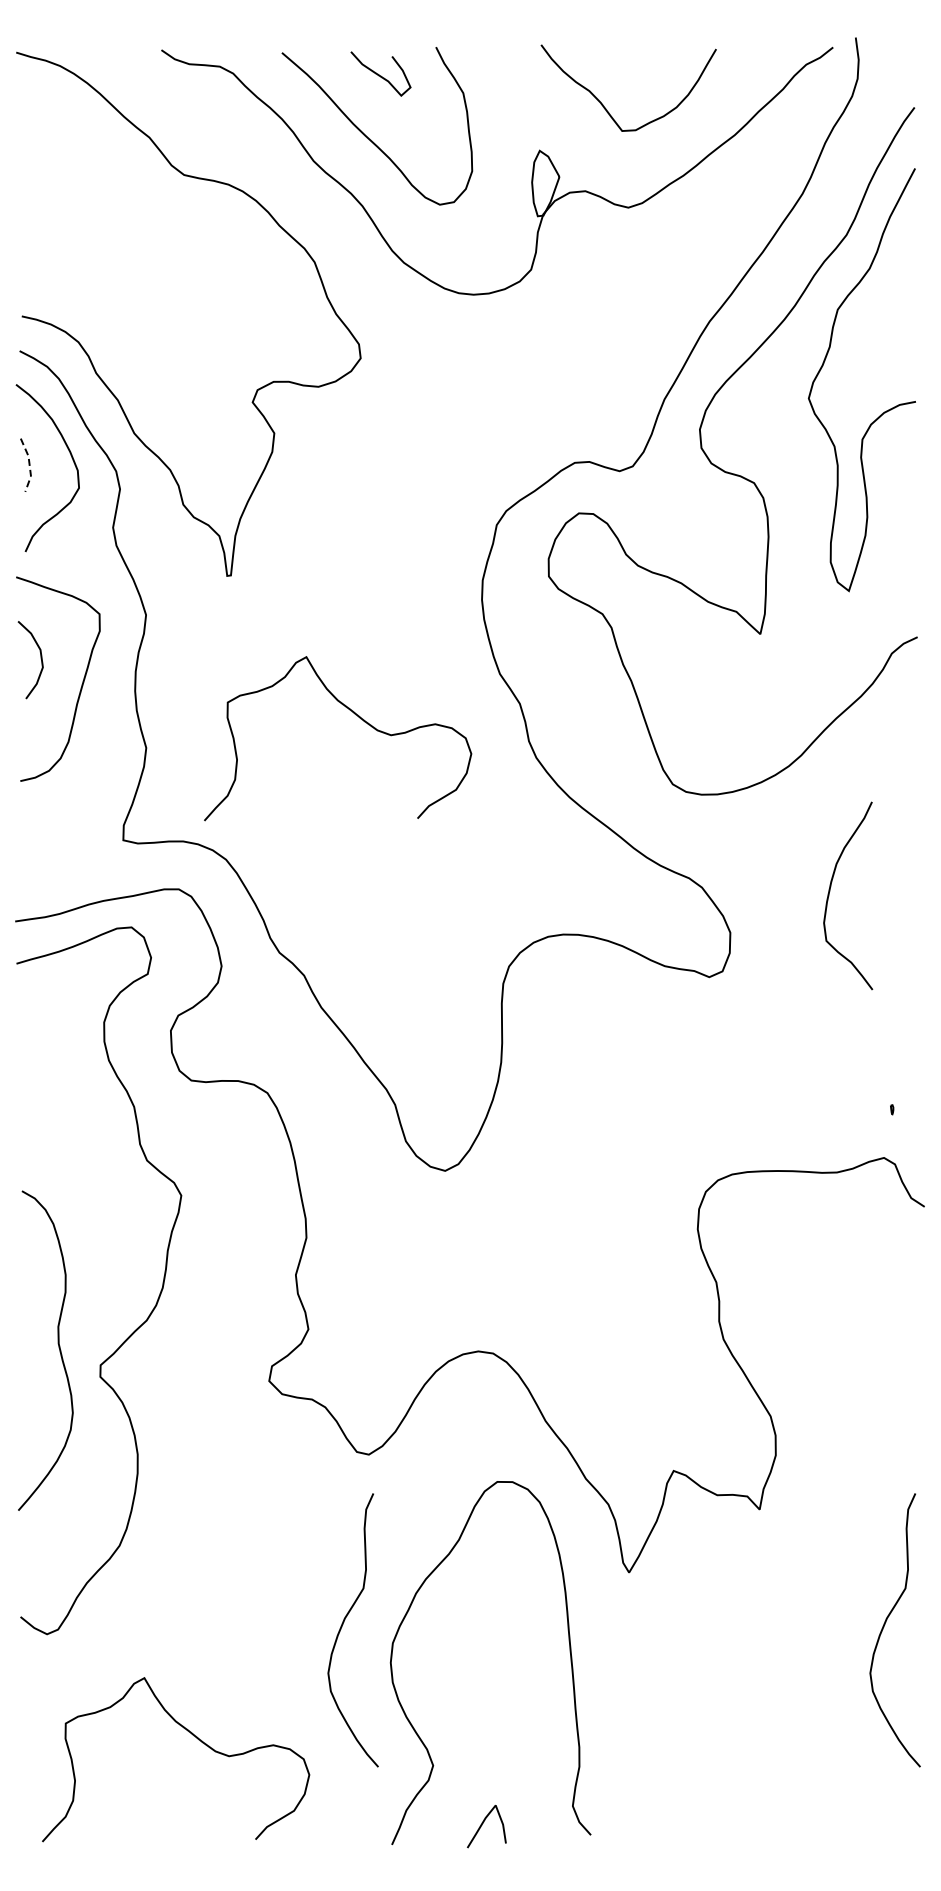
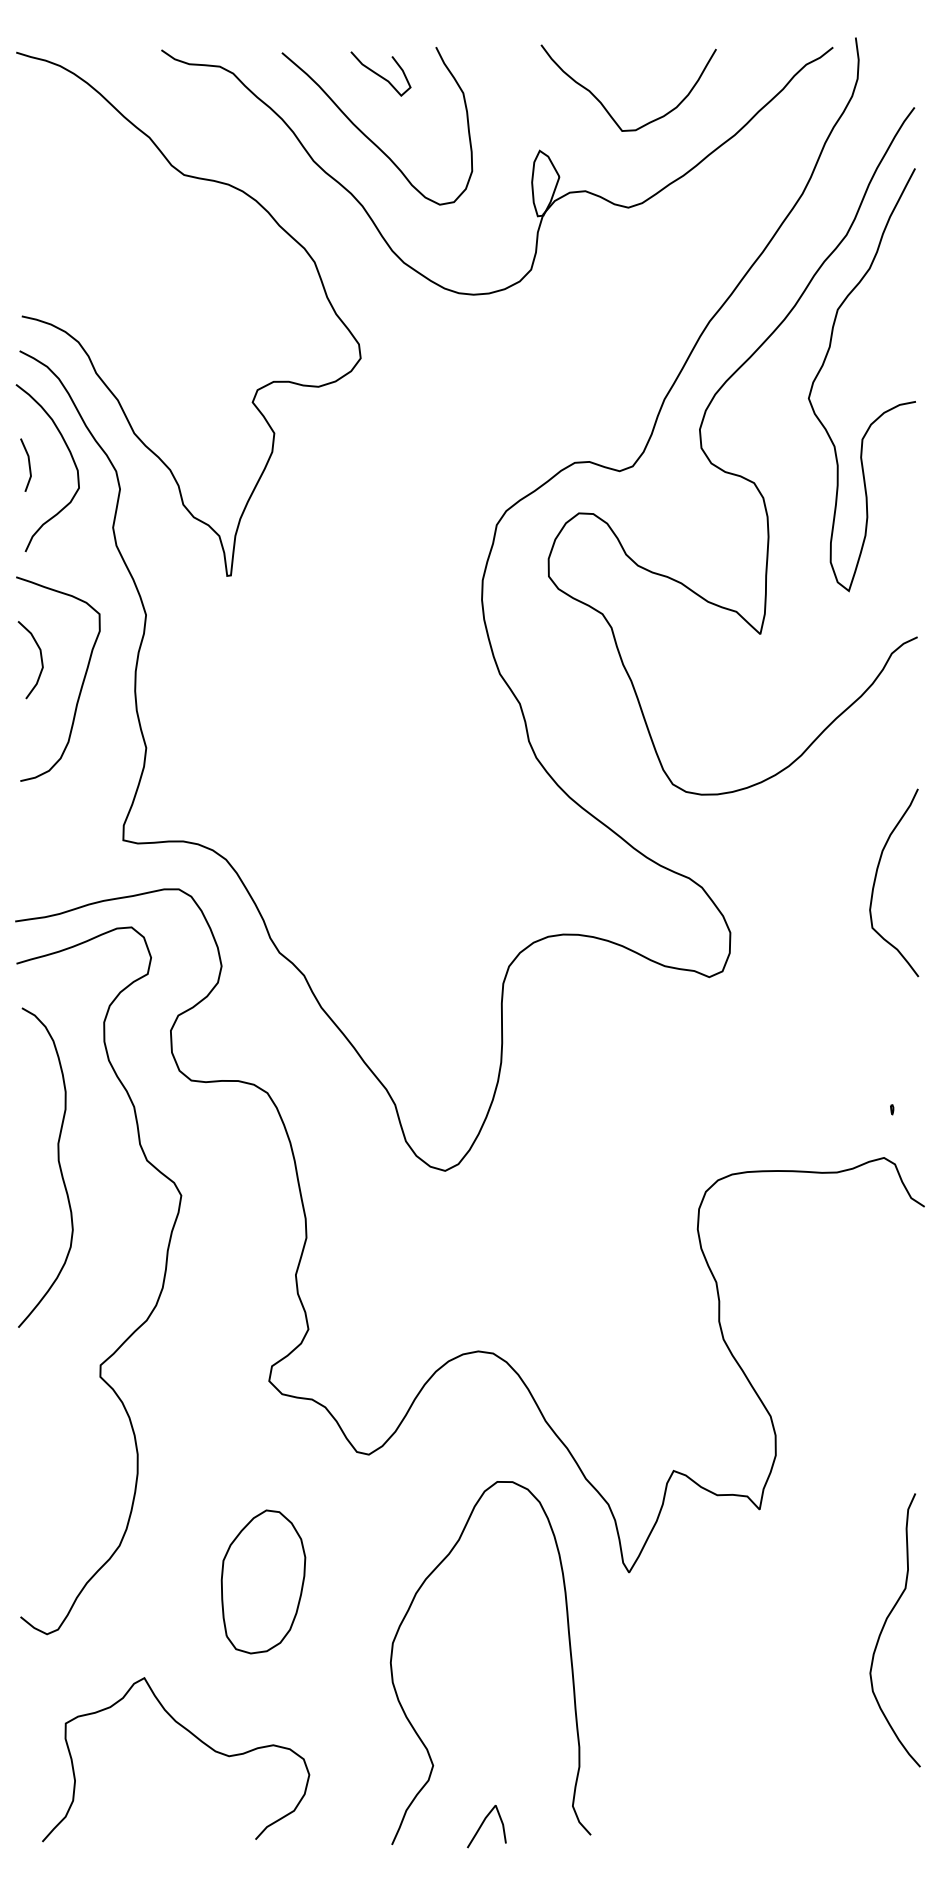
line at (29, 464): dashed -> solid
curve at (354, 714): present -> none
curve at (830, 891) position: (830, 891) -> (876, 878)
curve at (58, 1348) position: (58, 1348) -> (58, 1165)
part at (263, 1581): none -> present
curve at (342, 1627): present -> none
